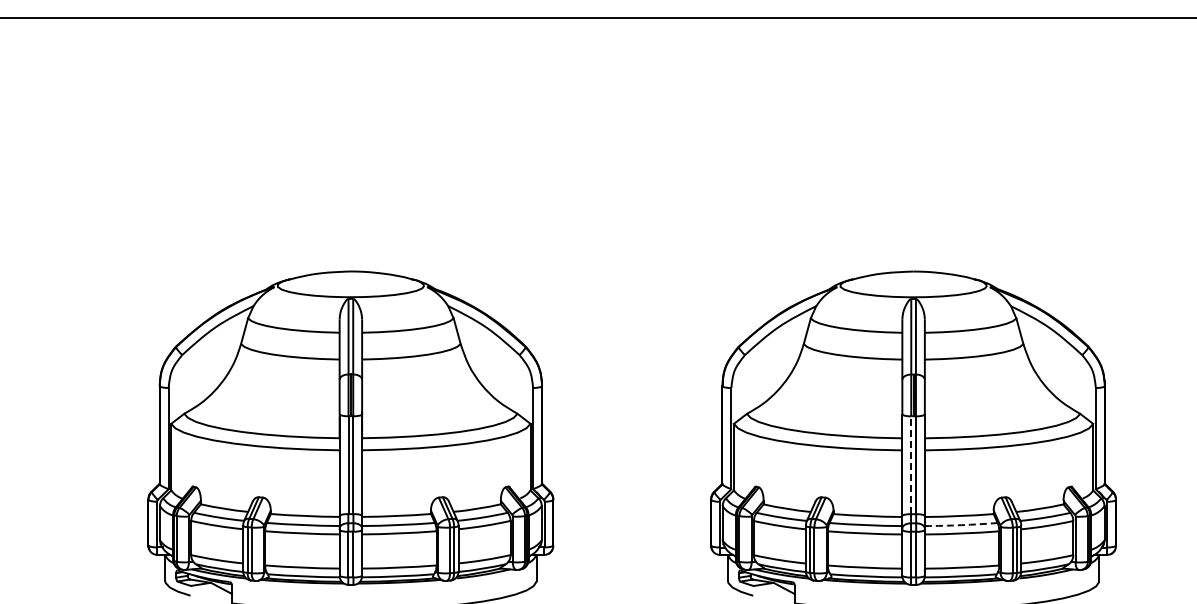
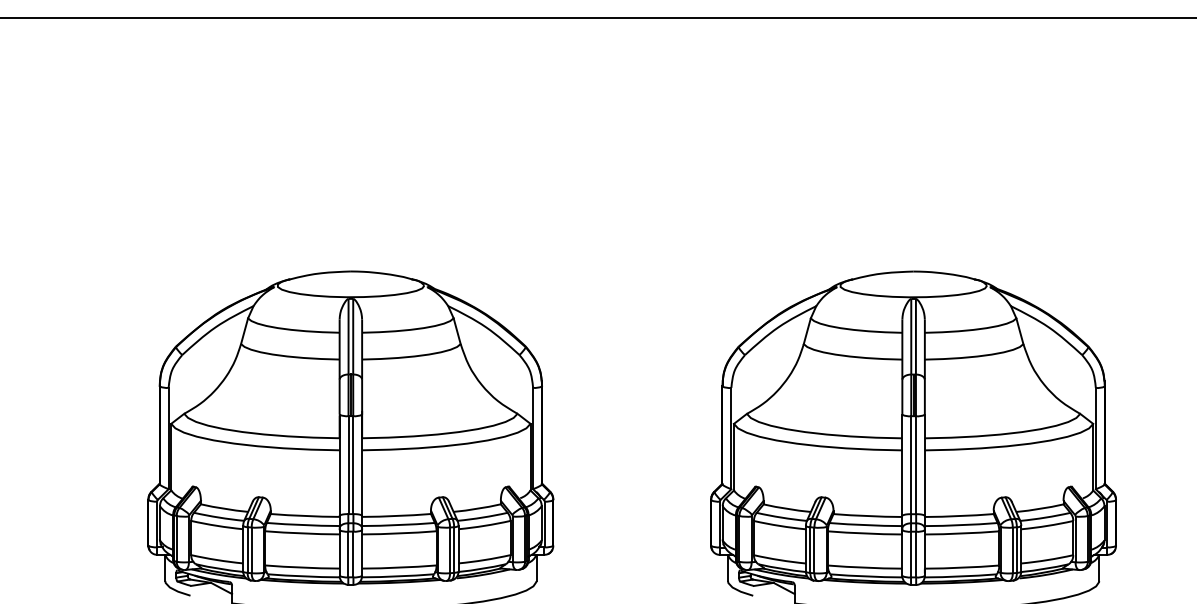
line at (911, 464): dashed -> solid
arc at (961, 525): dashed -> solid
